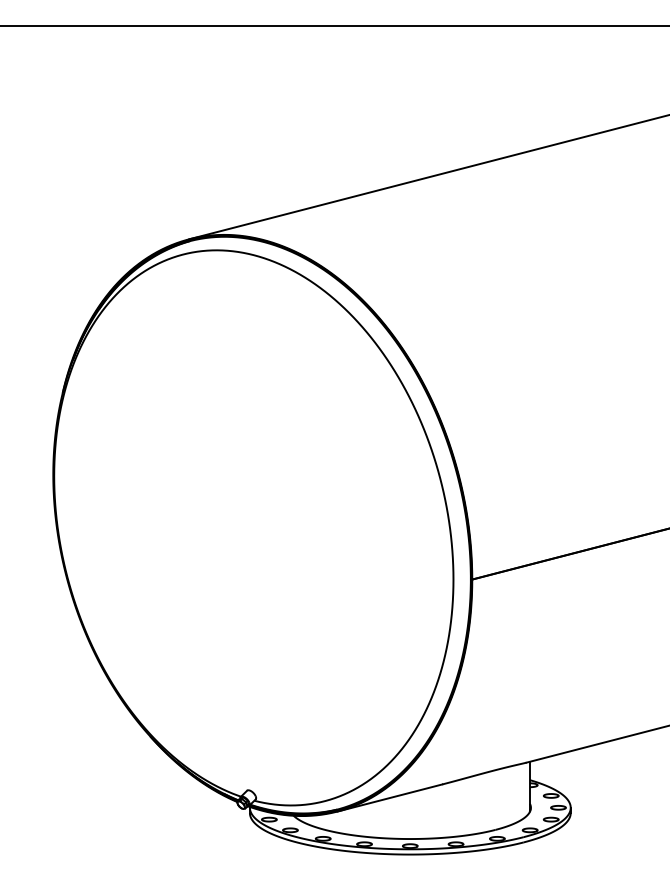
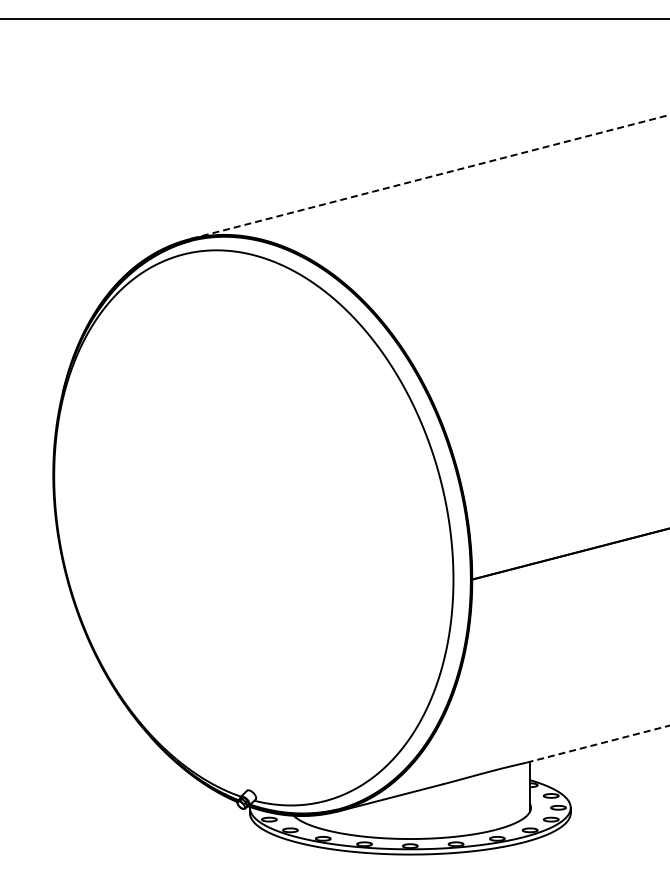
line at (334, 26) position: (334, 26) -> (334, 19)
line at (428, 177): solid -> dashed
line at (598, 744): solid -> dashed
